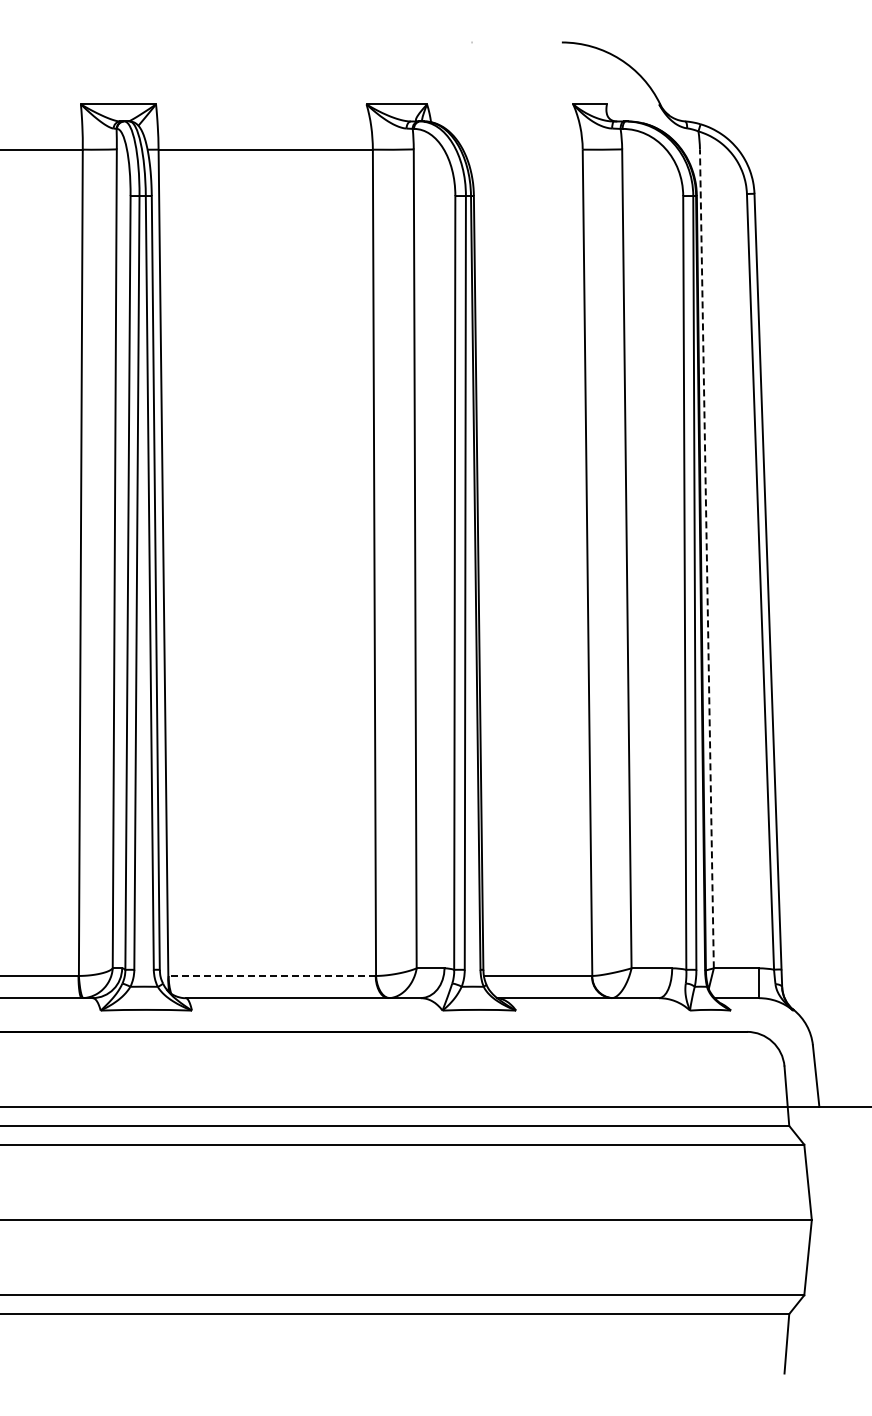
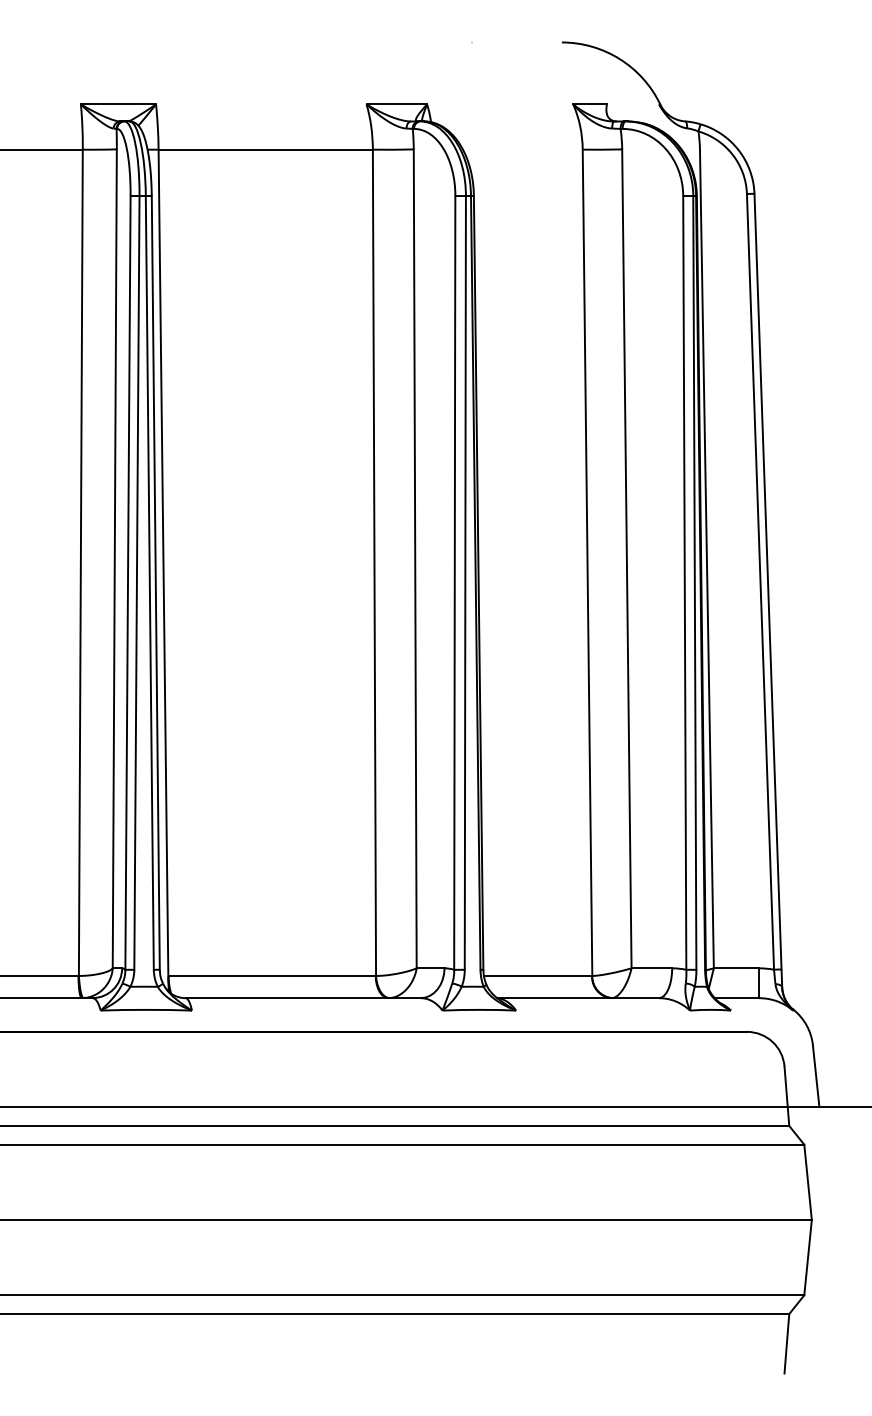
line at (706, 558): dashed -> solid
line at (271, 975): dashed -> solid
